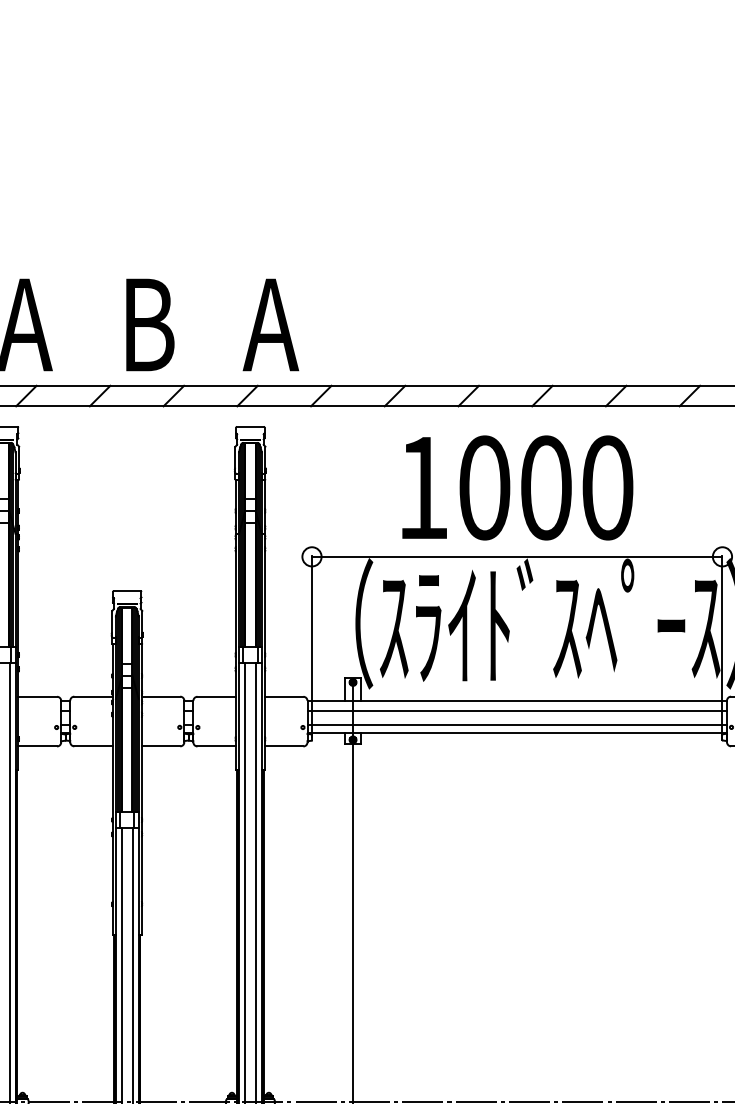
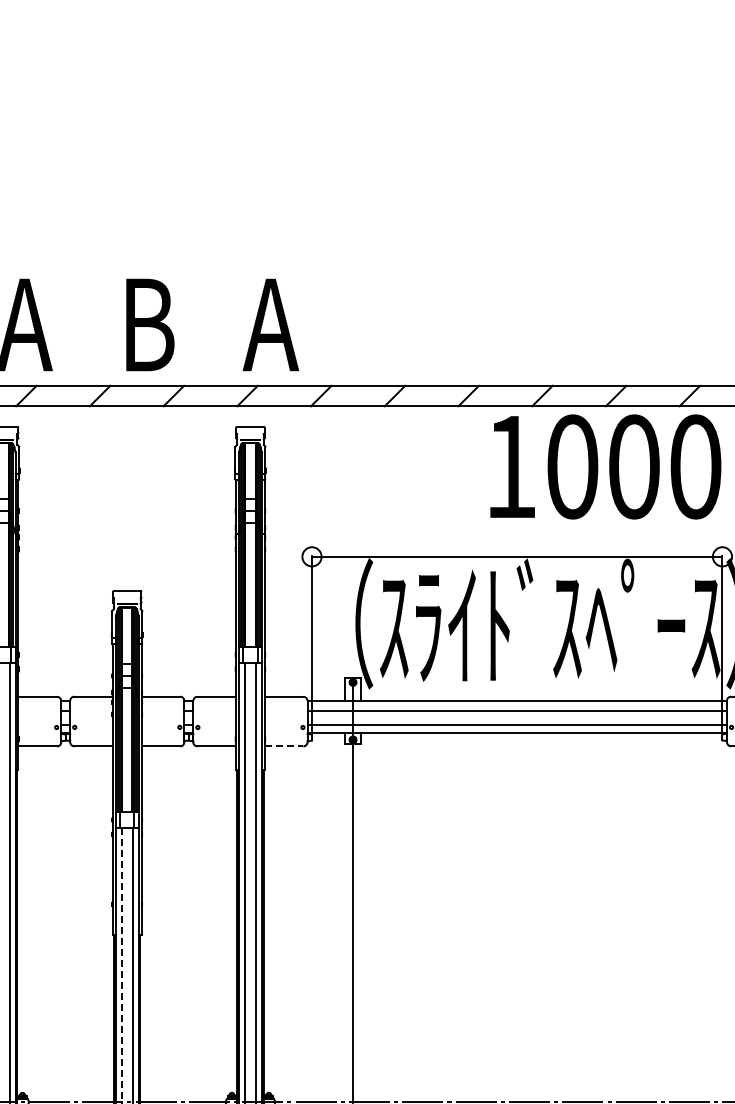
text at (517, 487) position: (517, 487) -> (605, 466)
line at (284, 746): solid -> dashed
line at (121, 966): solid -> dashed
